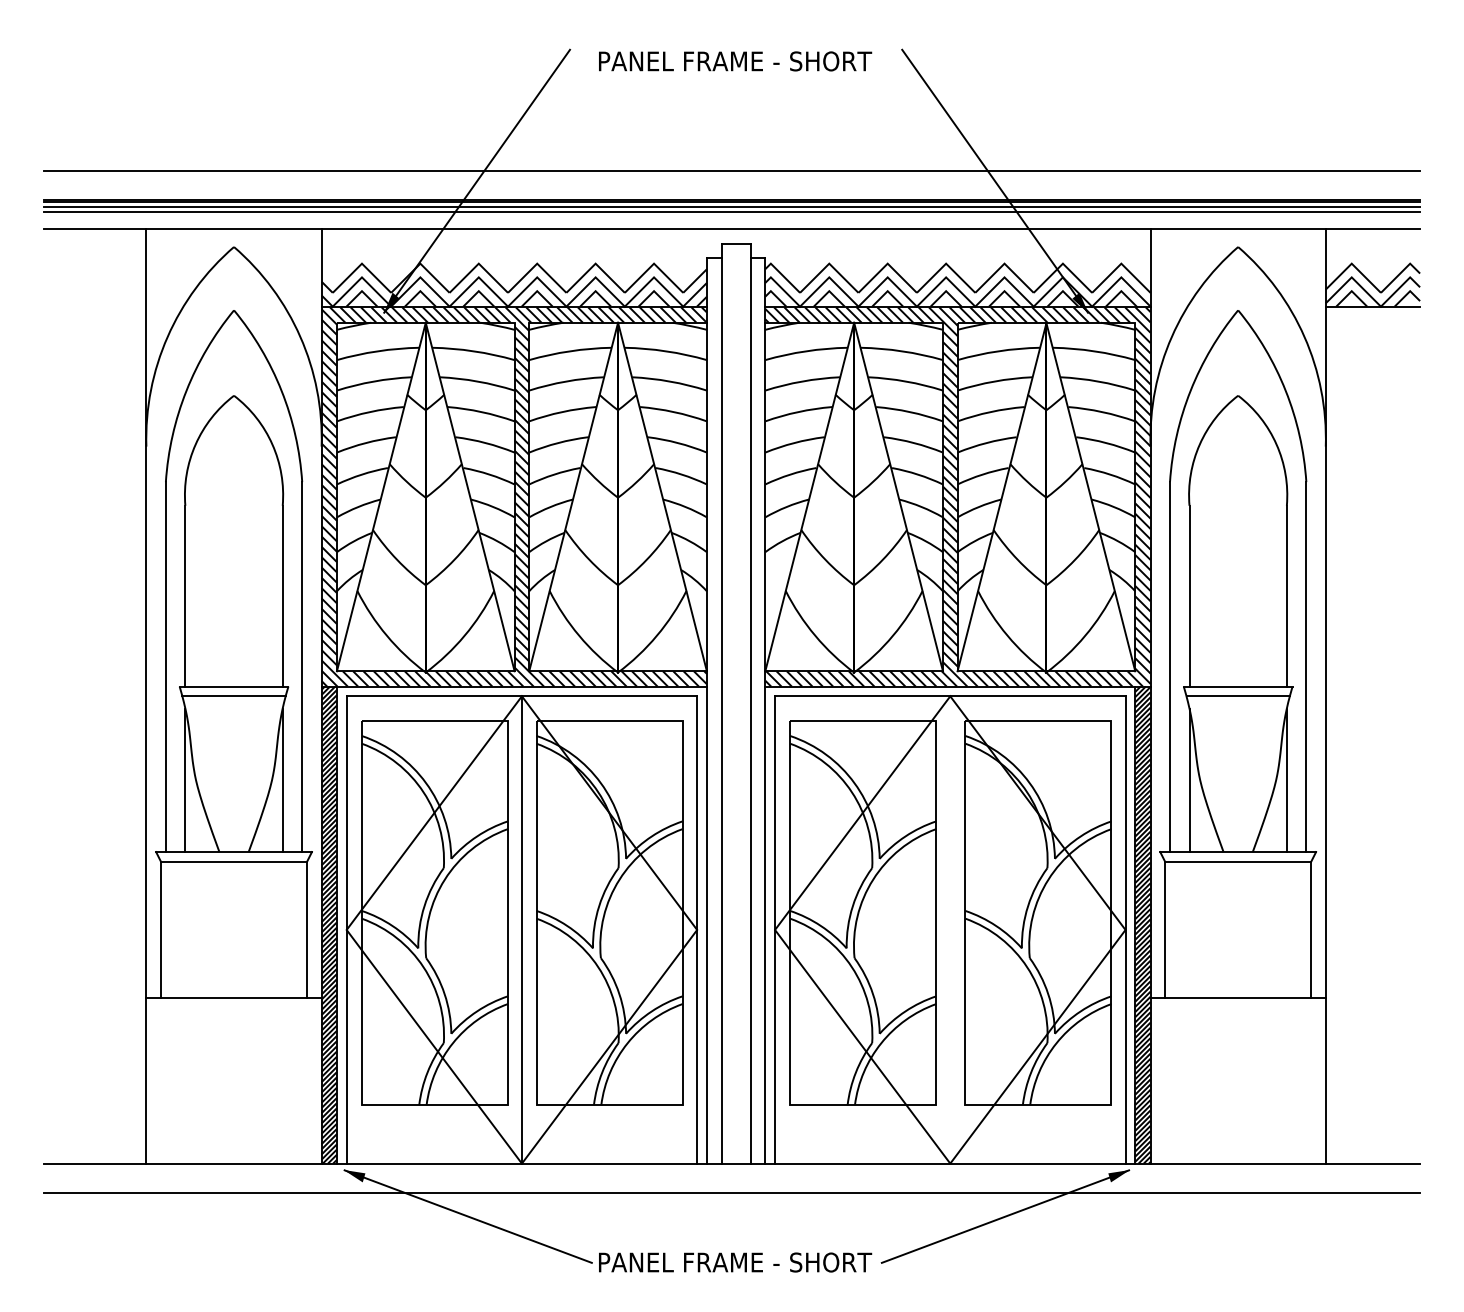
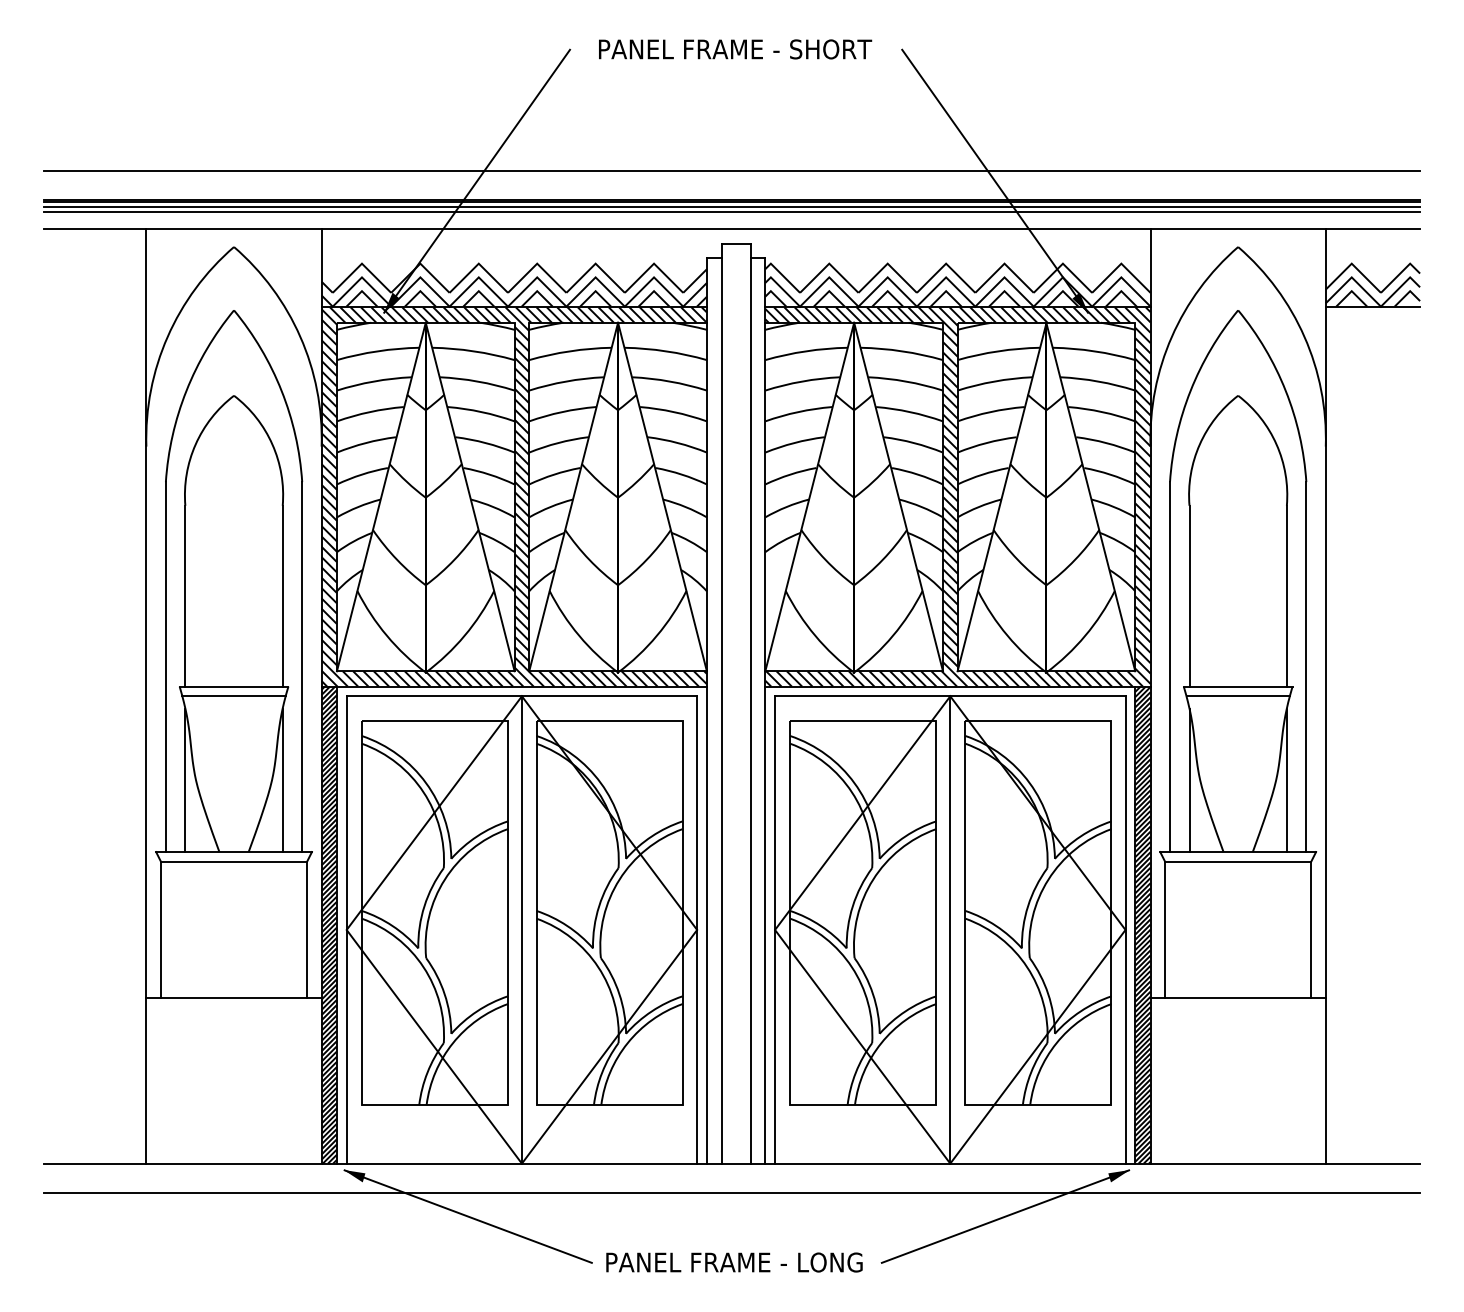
text at (735, 61) position: (735, 61) -> (735, 49)
line at (950, 929): none -> present
text at (735, 1262): PANEL FRAME - SHORT -> PANEL FRAME - LONG
